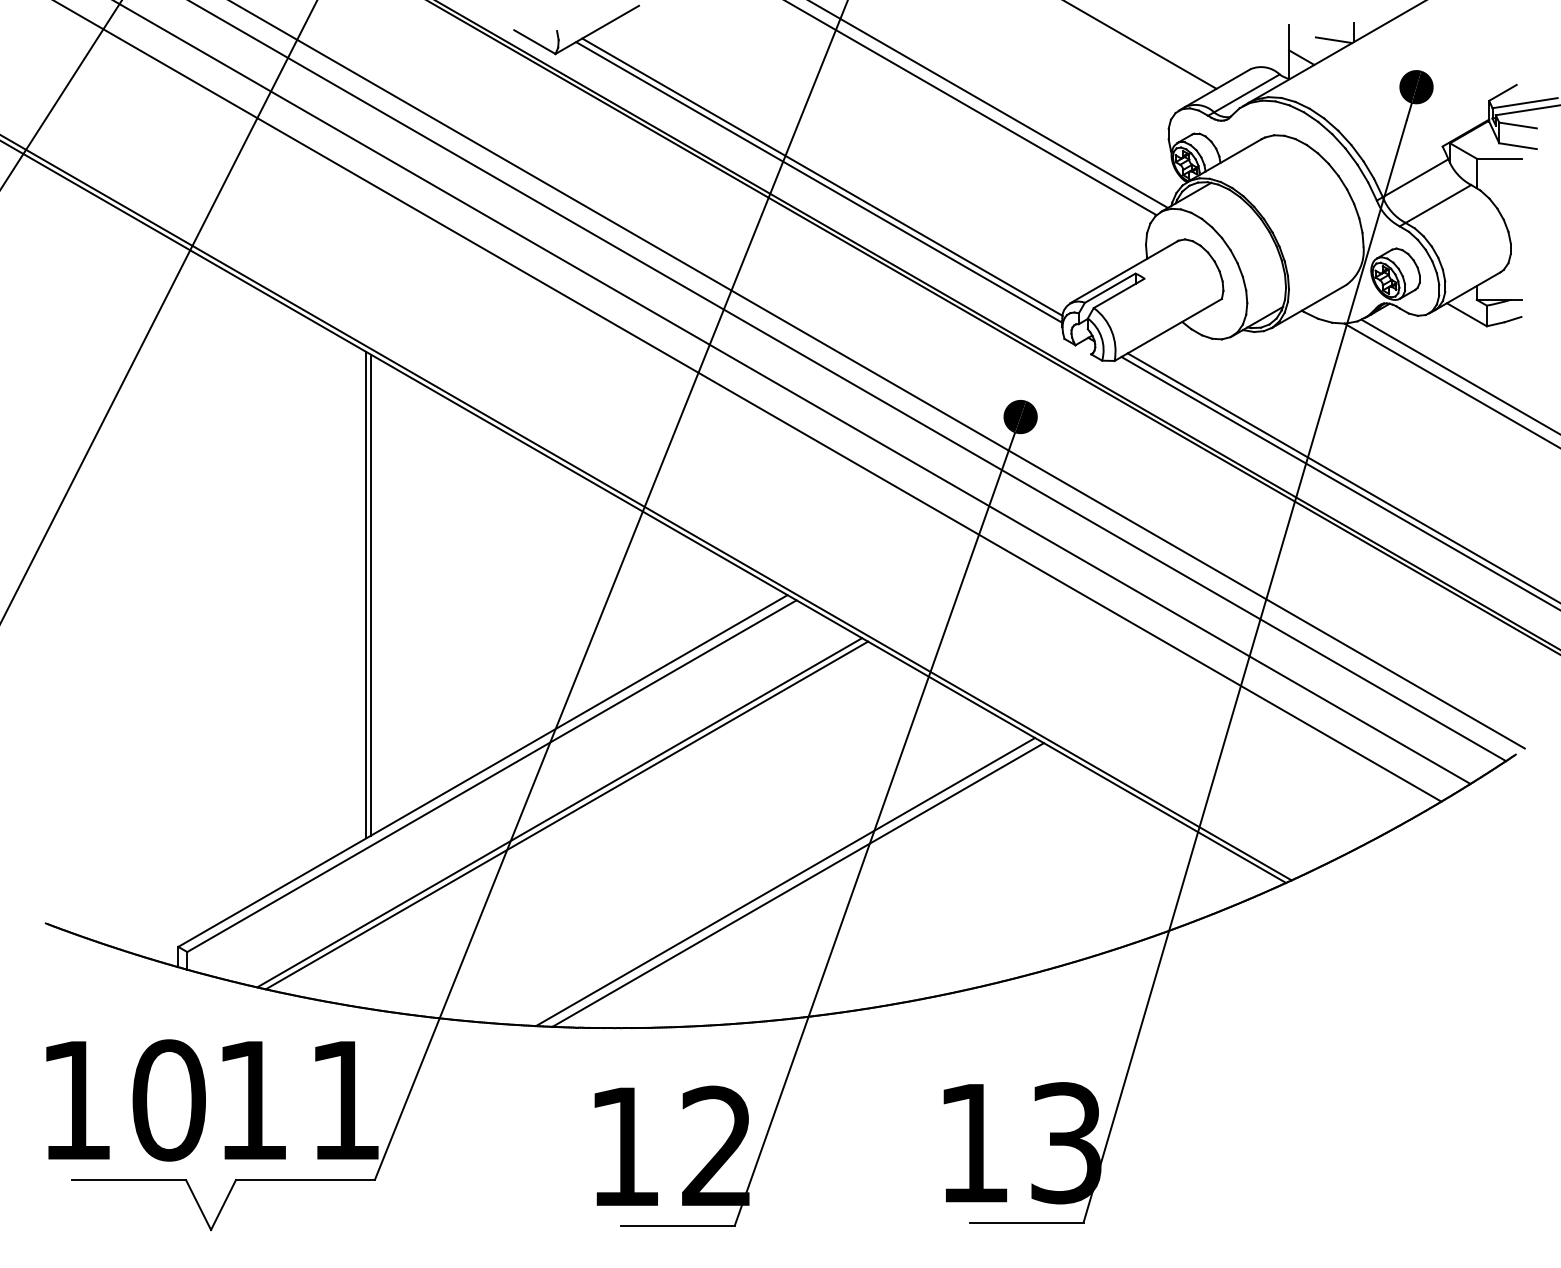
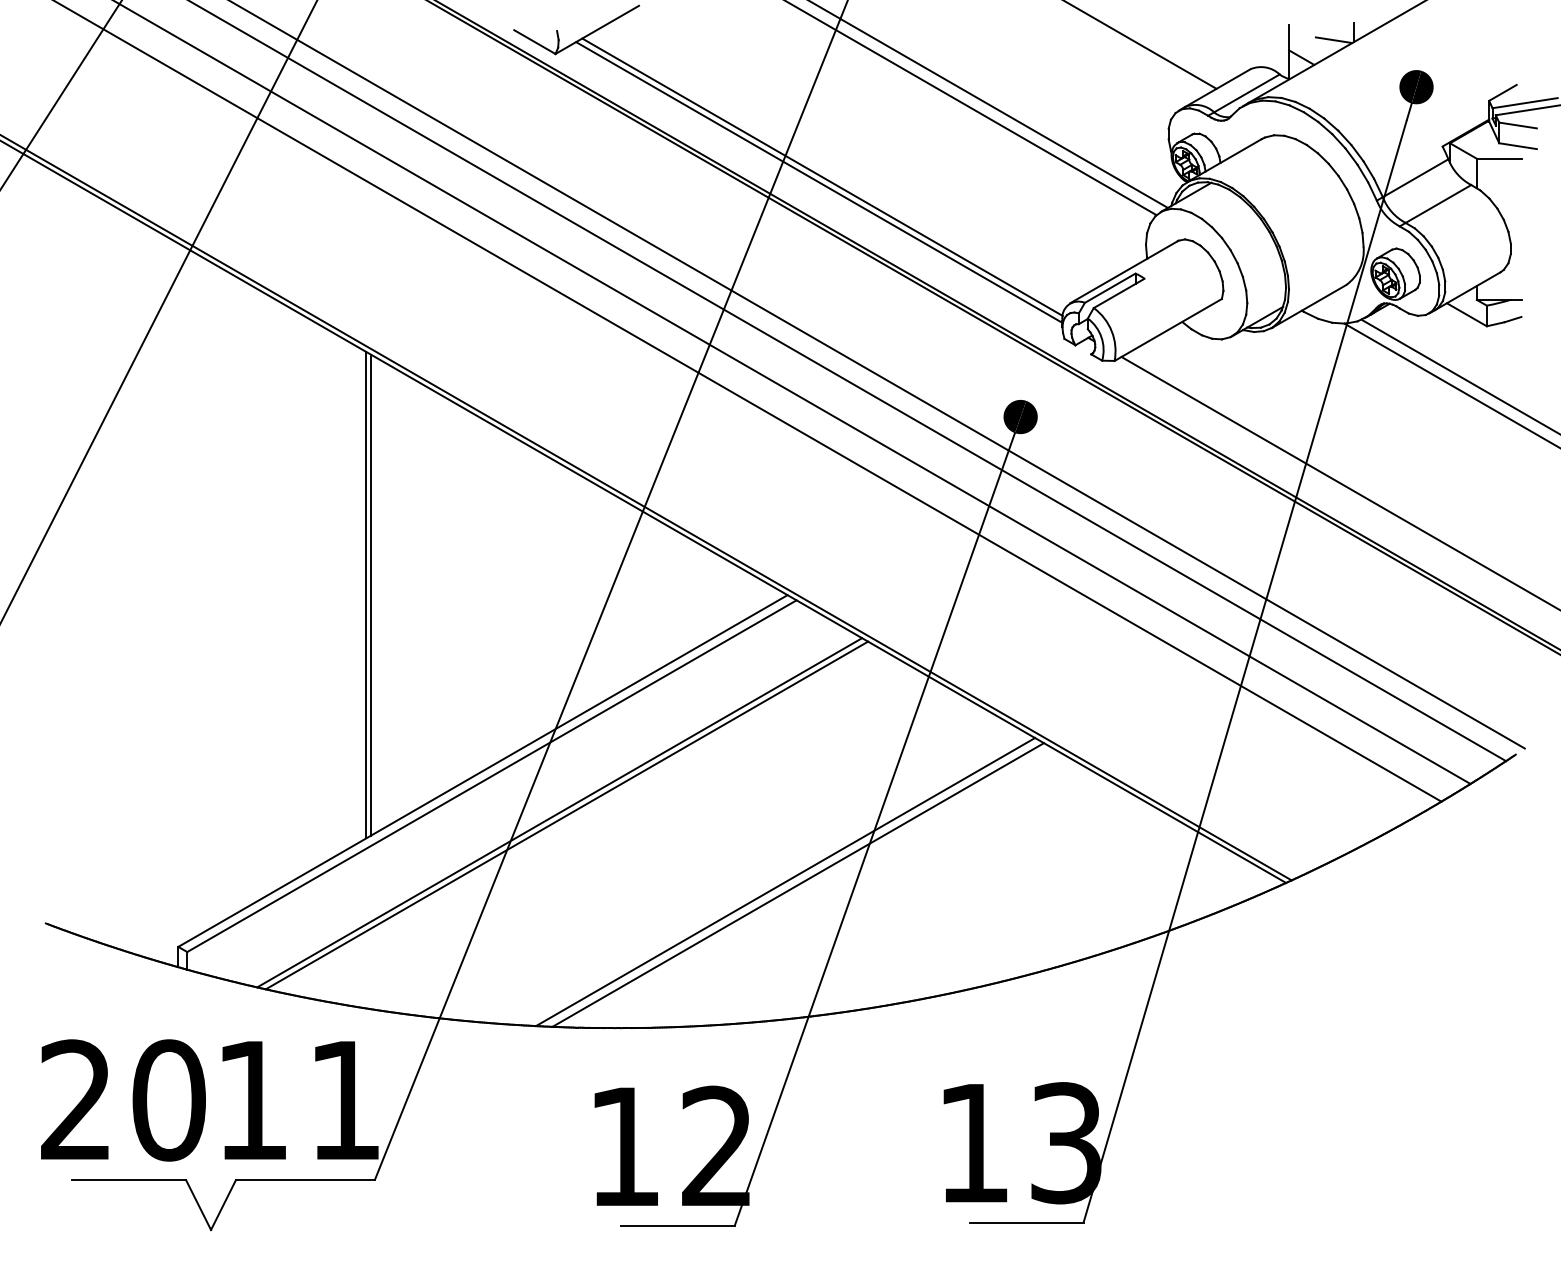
line at (1342, 477): present -> none
text at (75, 1099): 10 -> 20
